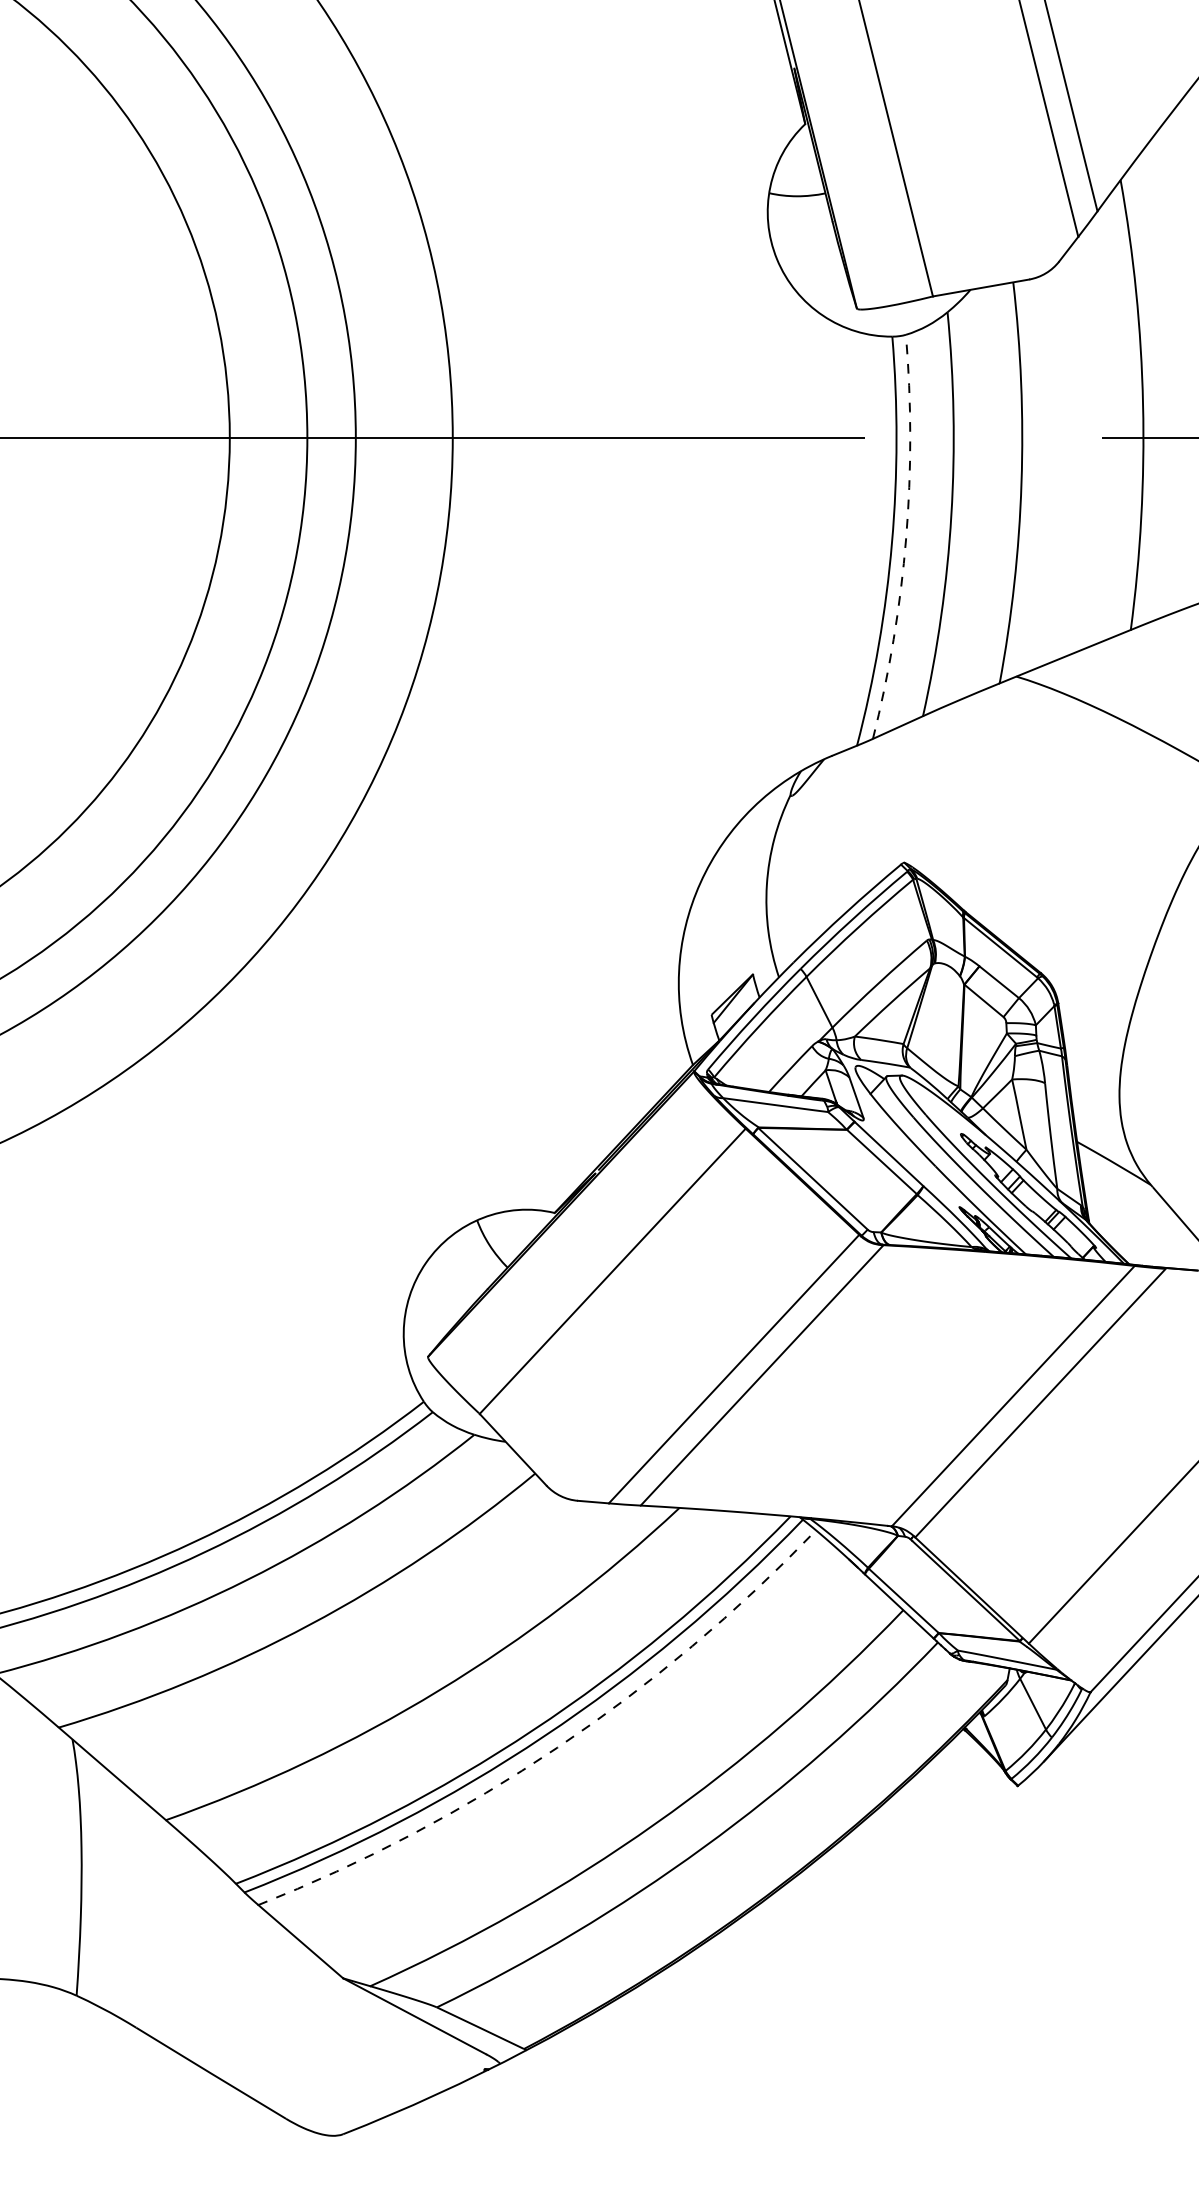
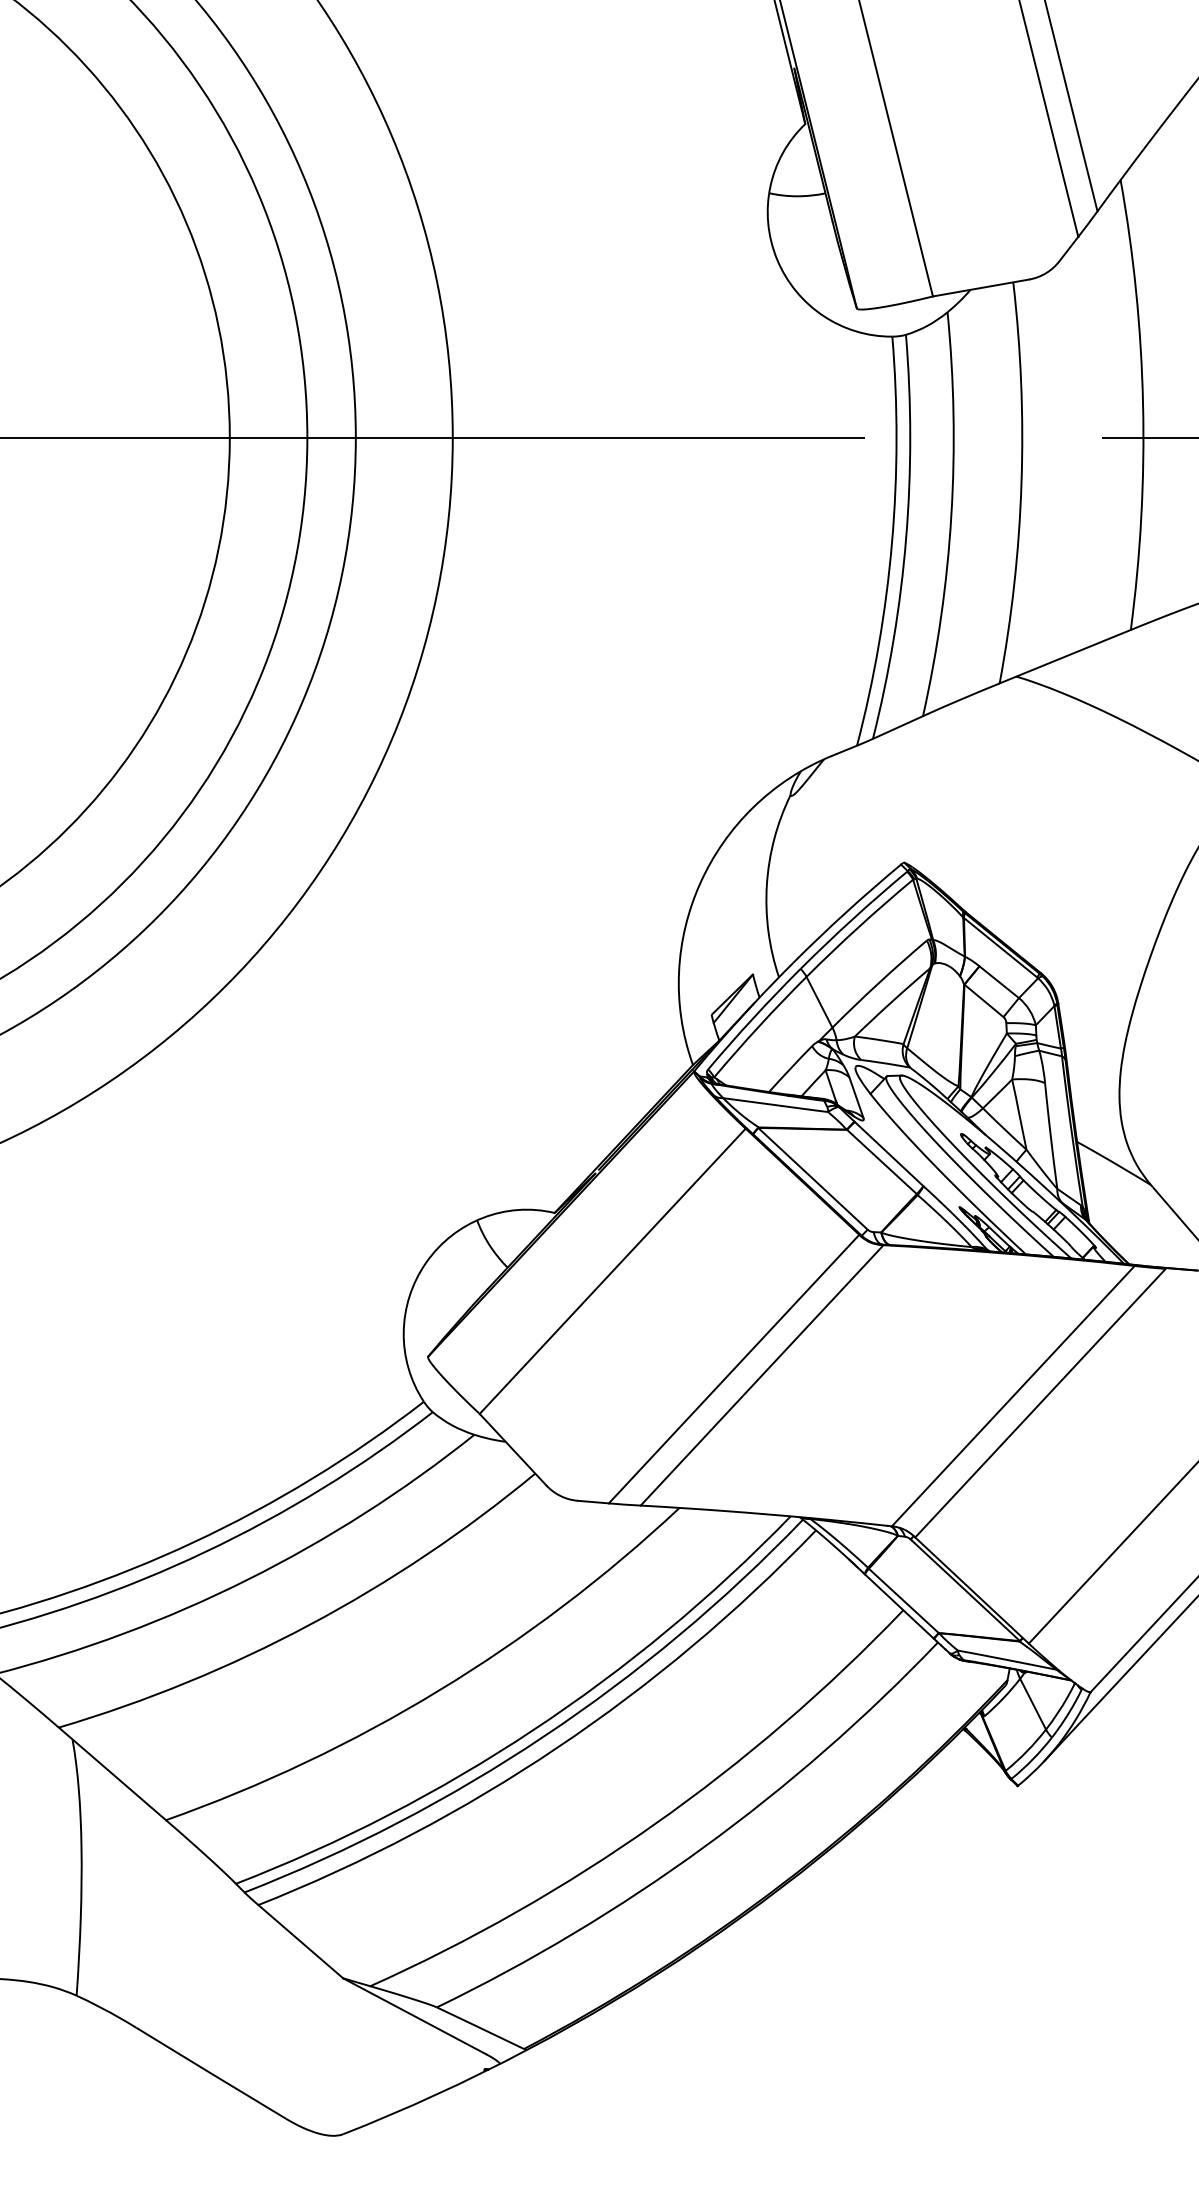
arc at (906, 538): dashed -> solid
arc at (557, 1747): dashed -> solid
